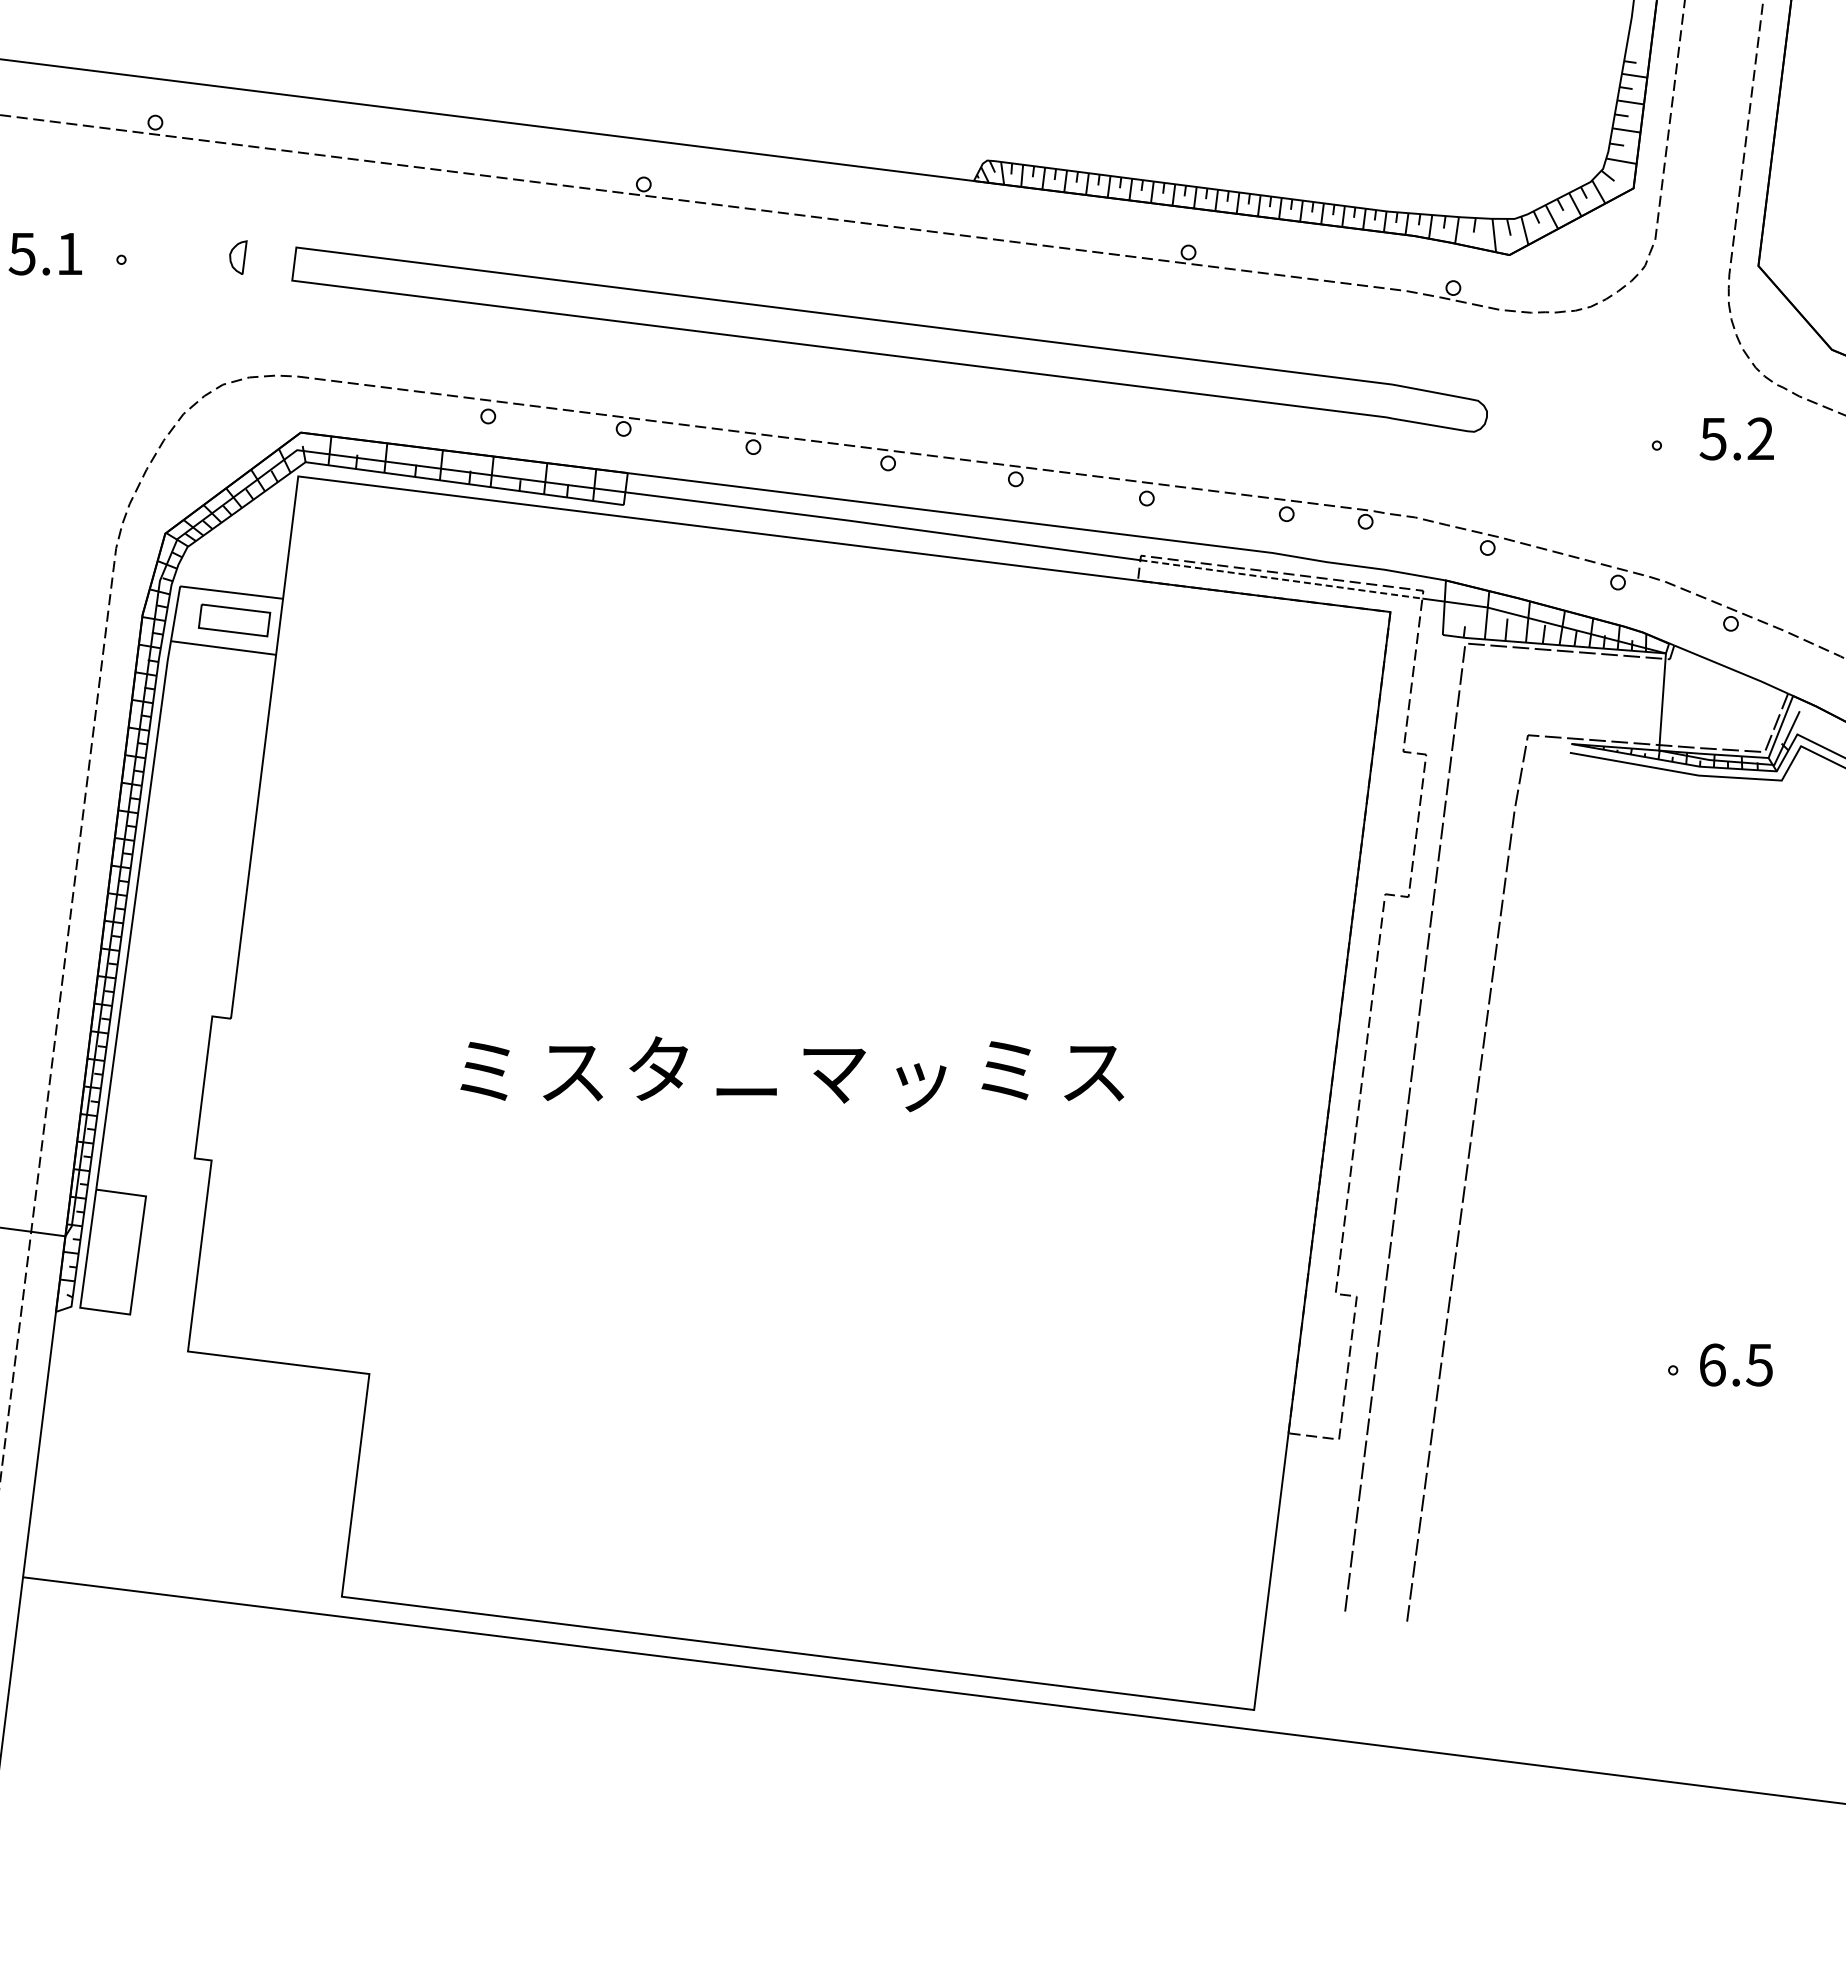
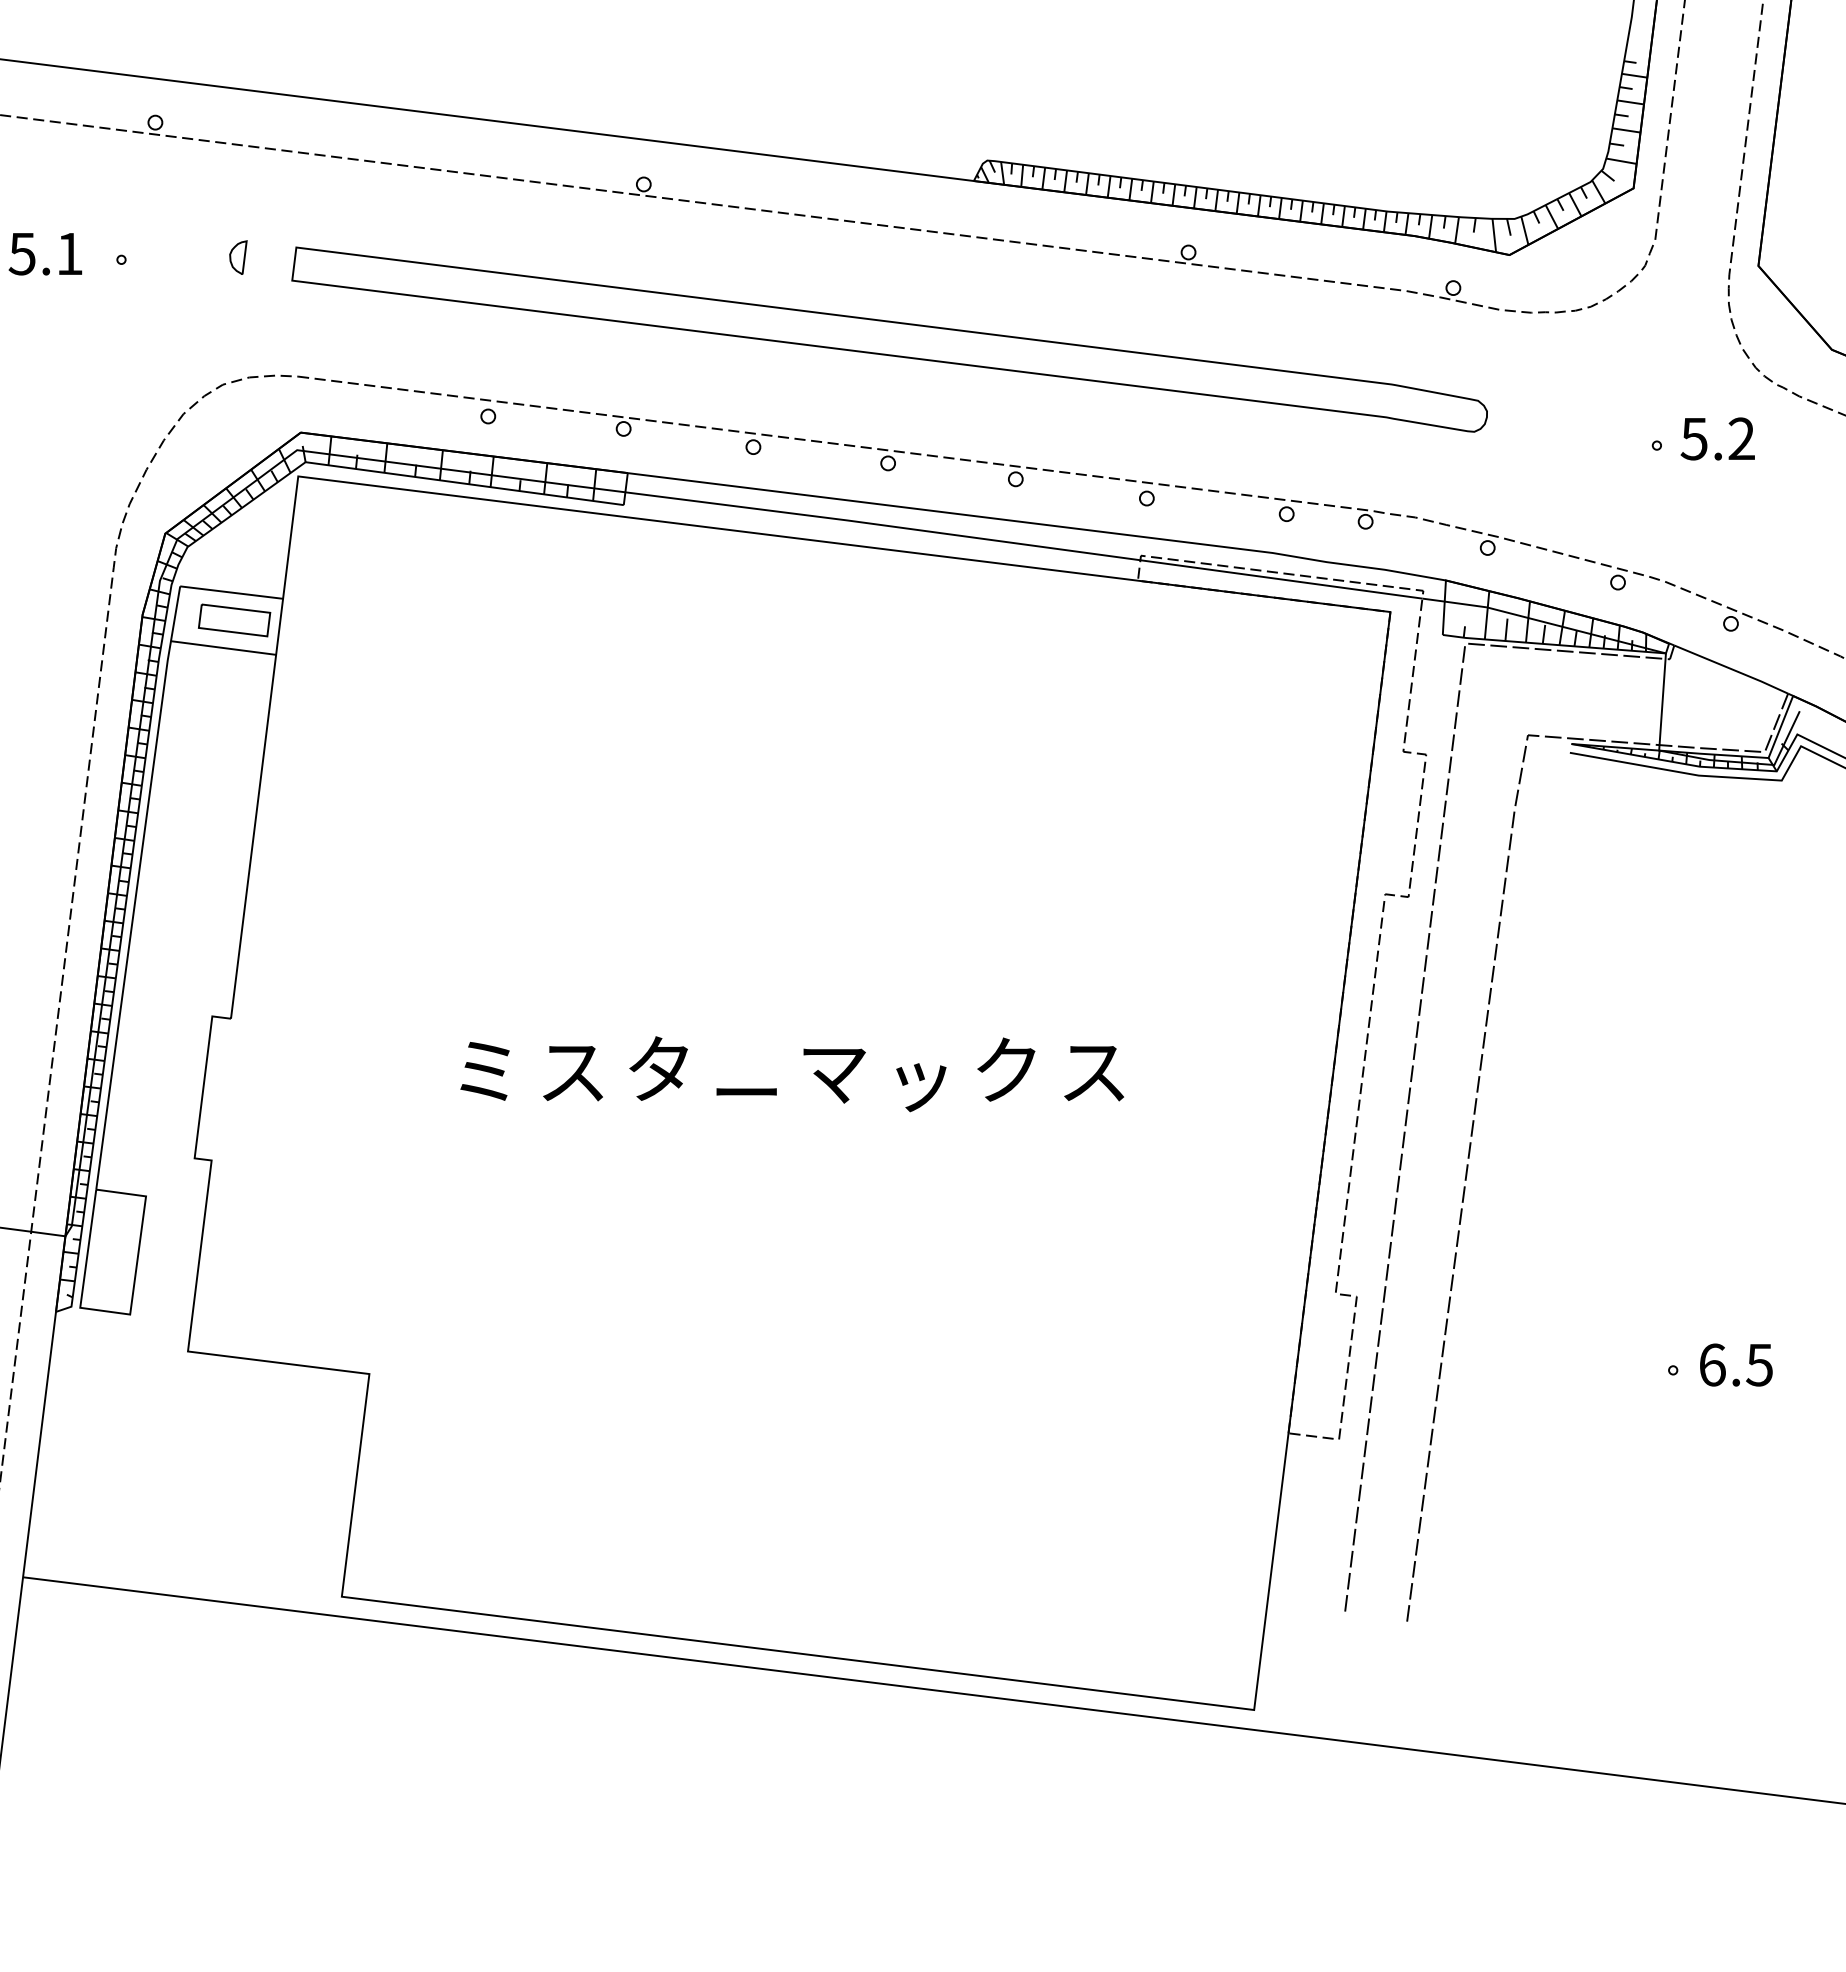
text at (1736, 438) position: (1736, 438) -> (1717, 438)
line at (1281, 579): dashed -> solid
text at (1006, 1069): ミ -> ク
